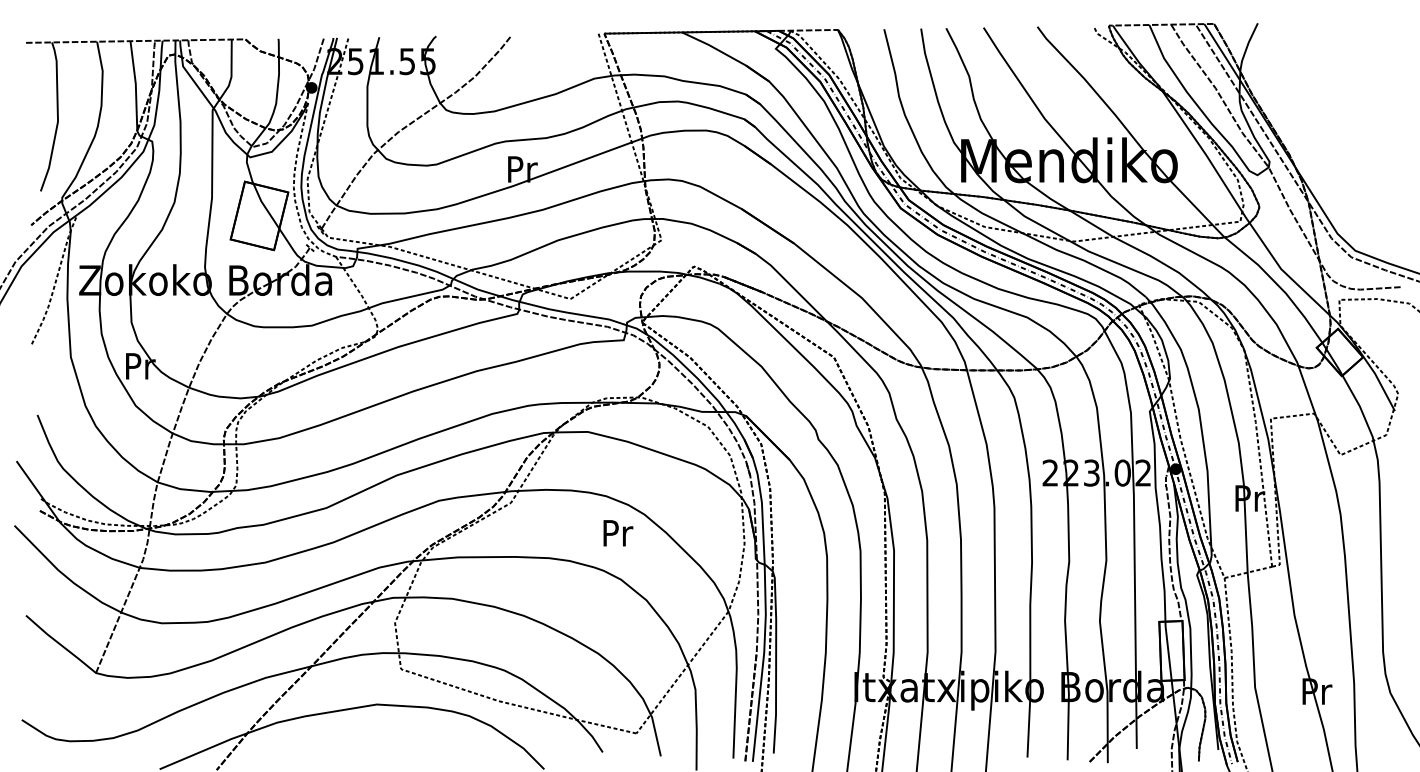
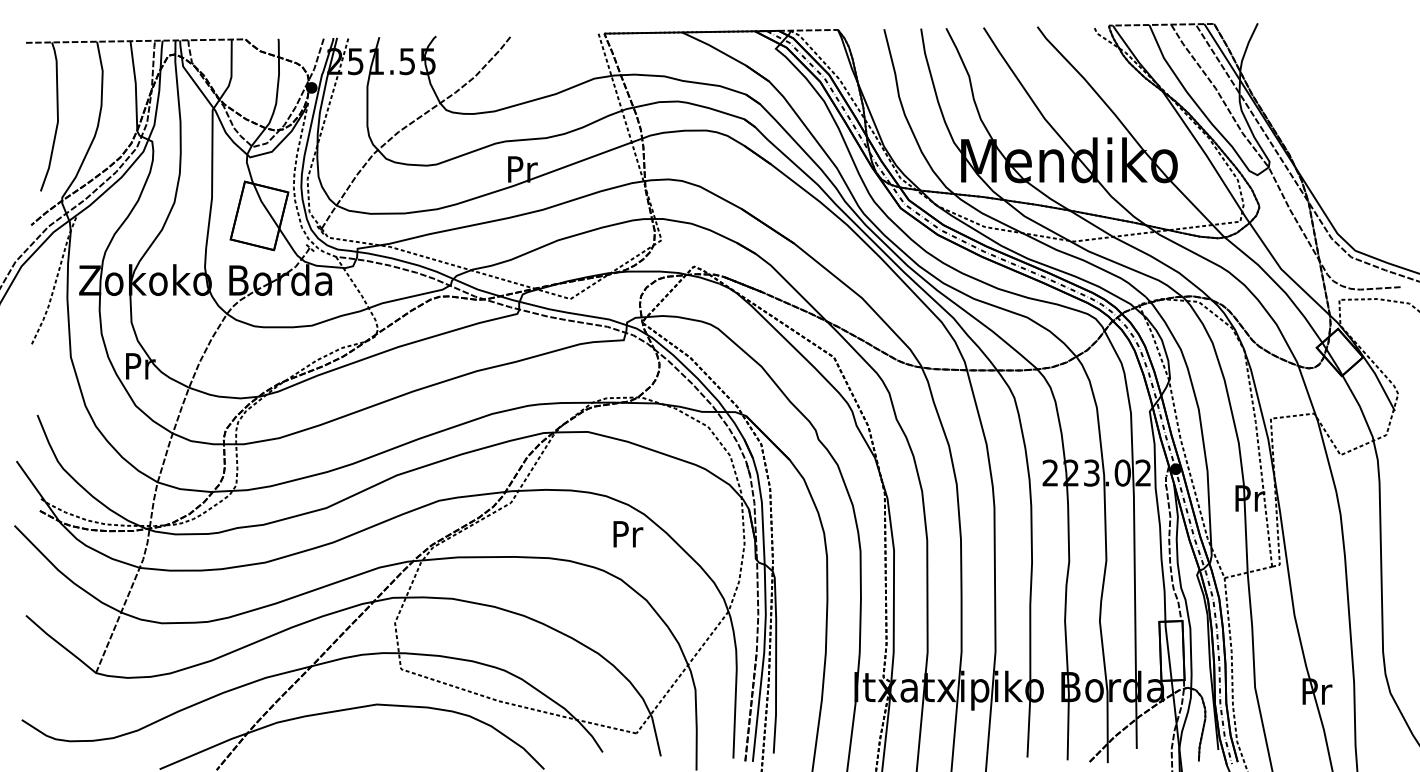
text at (618, 533) position: (618, 533) -> (628, 534)
